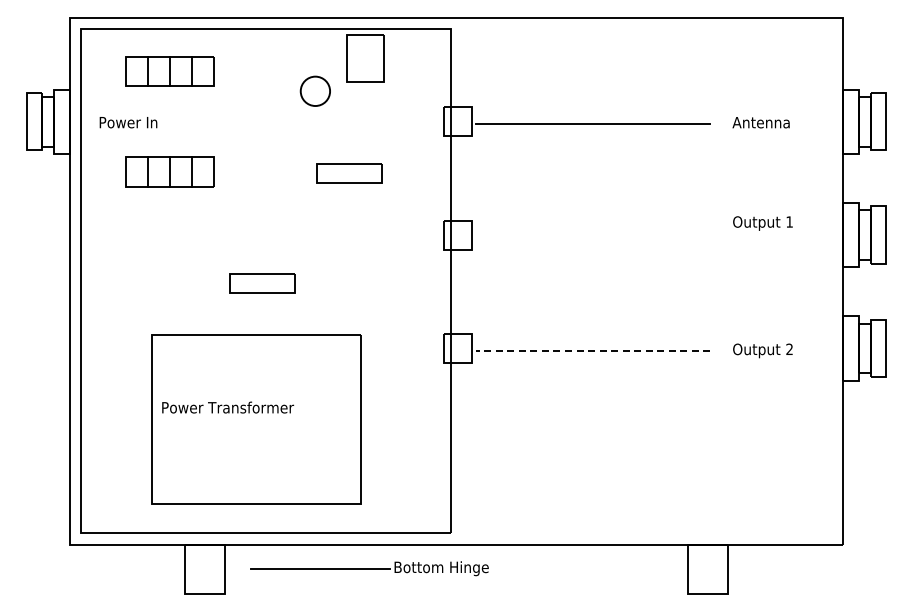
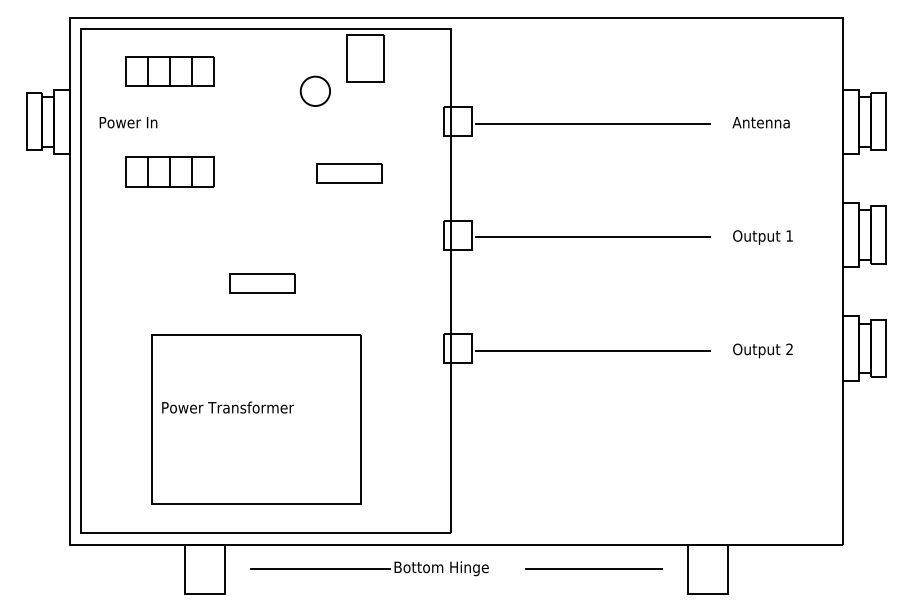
text at (762, 223) position: (762, 223) -> (762, 237)
line at (592, 237): none -> present
line at (592, 350): dashed -> solid
line at (593, 569): none -> present
